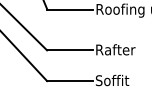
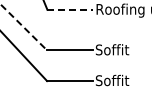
line at (70, 9): solid -> dashed
line at (23, 27): solid -> dashed
text at (115, 49): Rafter -> Soffit
